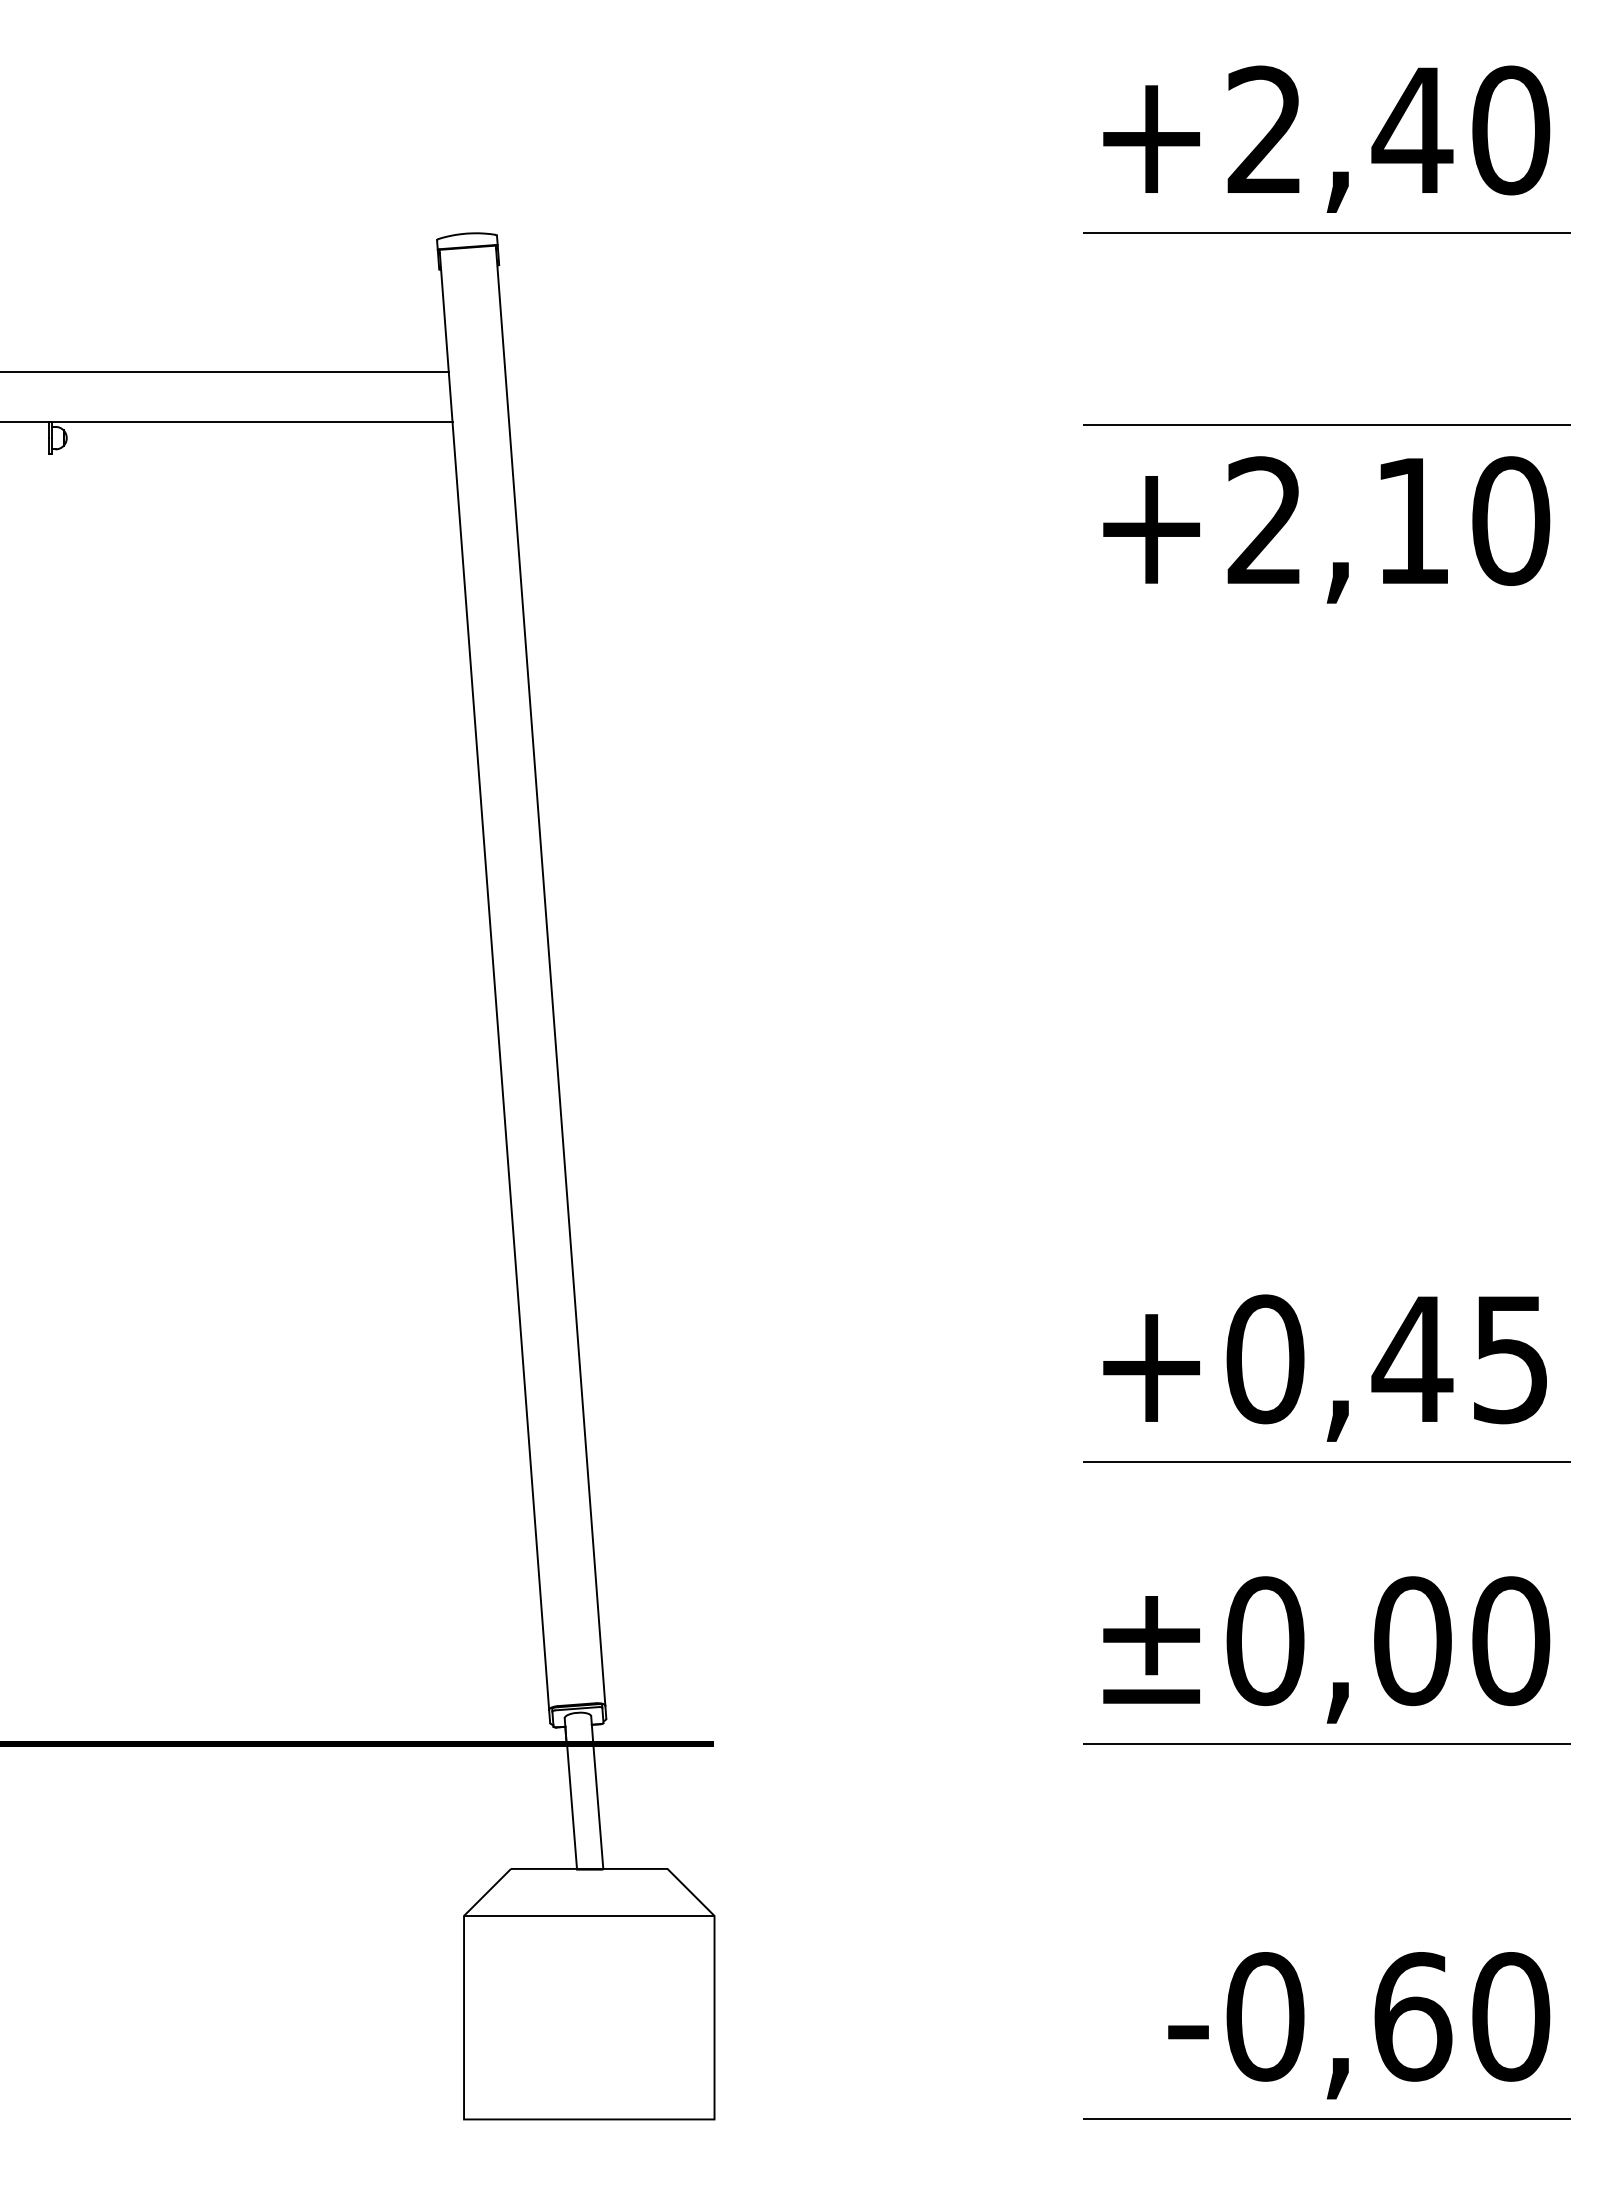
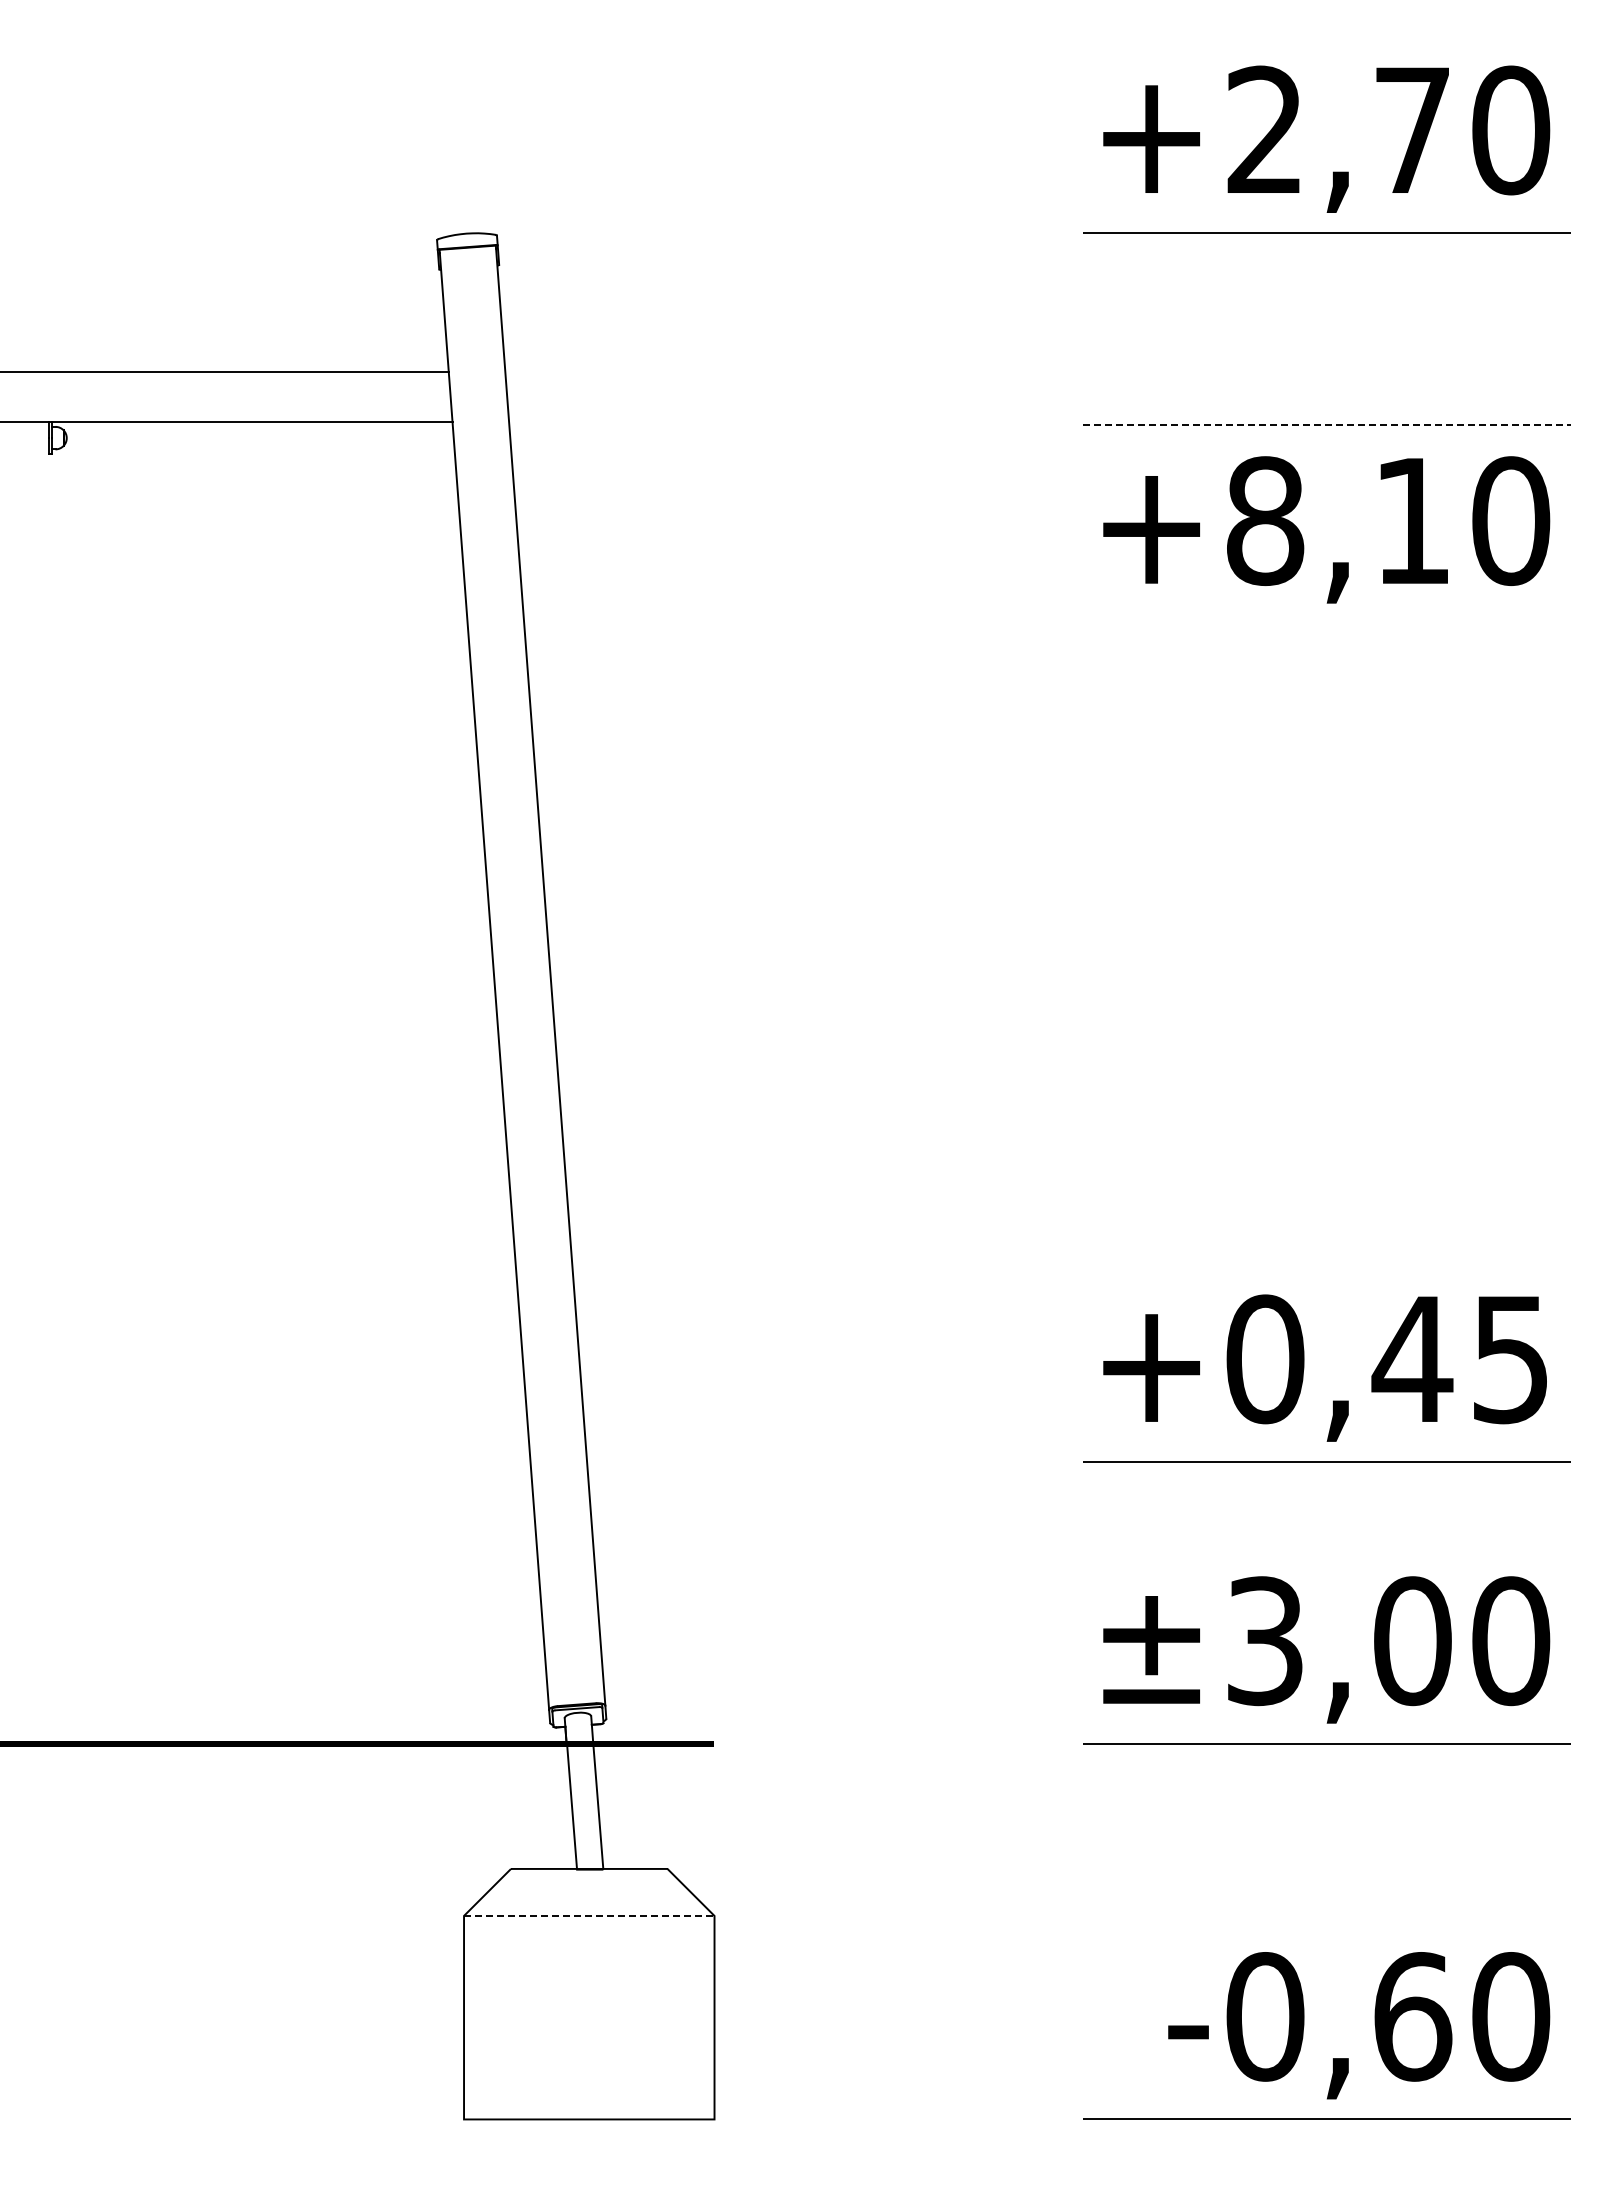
text at (1412, 129): +2,40 -> +2,70
line at (1327, 425): solid -> dashed
text at (1265, 521): +2,10 -> +8,10
text at (1265, 1641): ±0,00 -> ±3,00
line at (589, 1915): solid -> dashed
